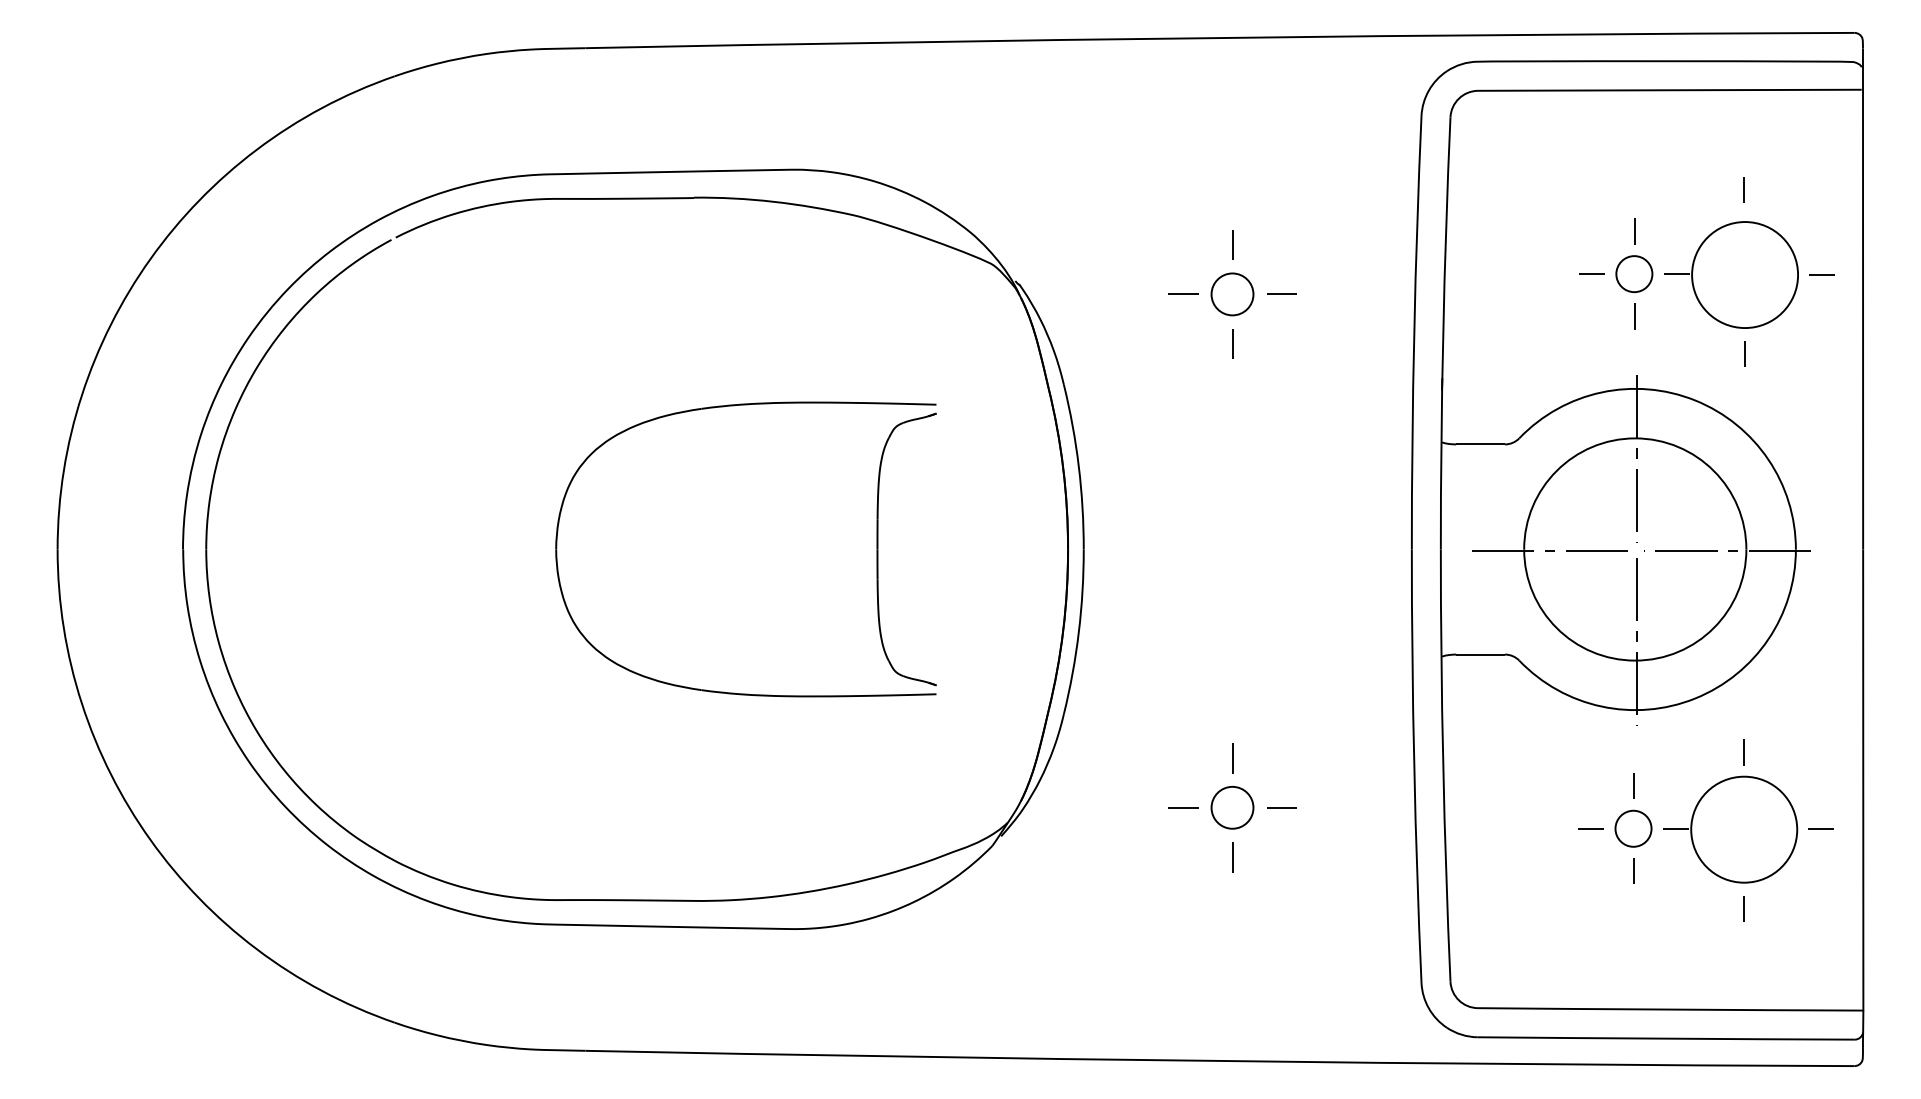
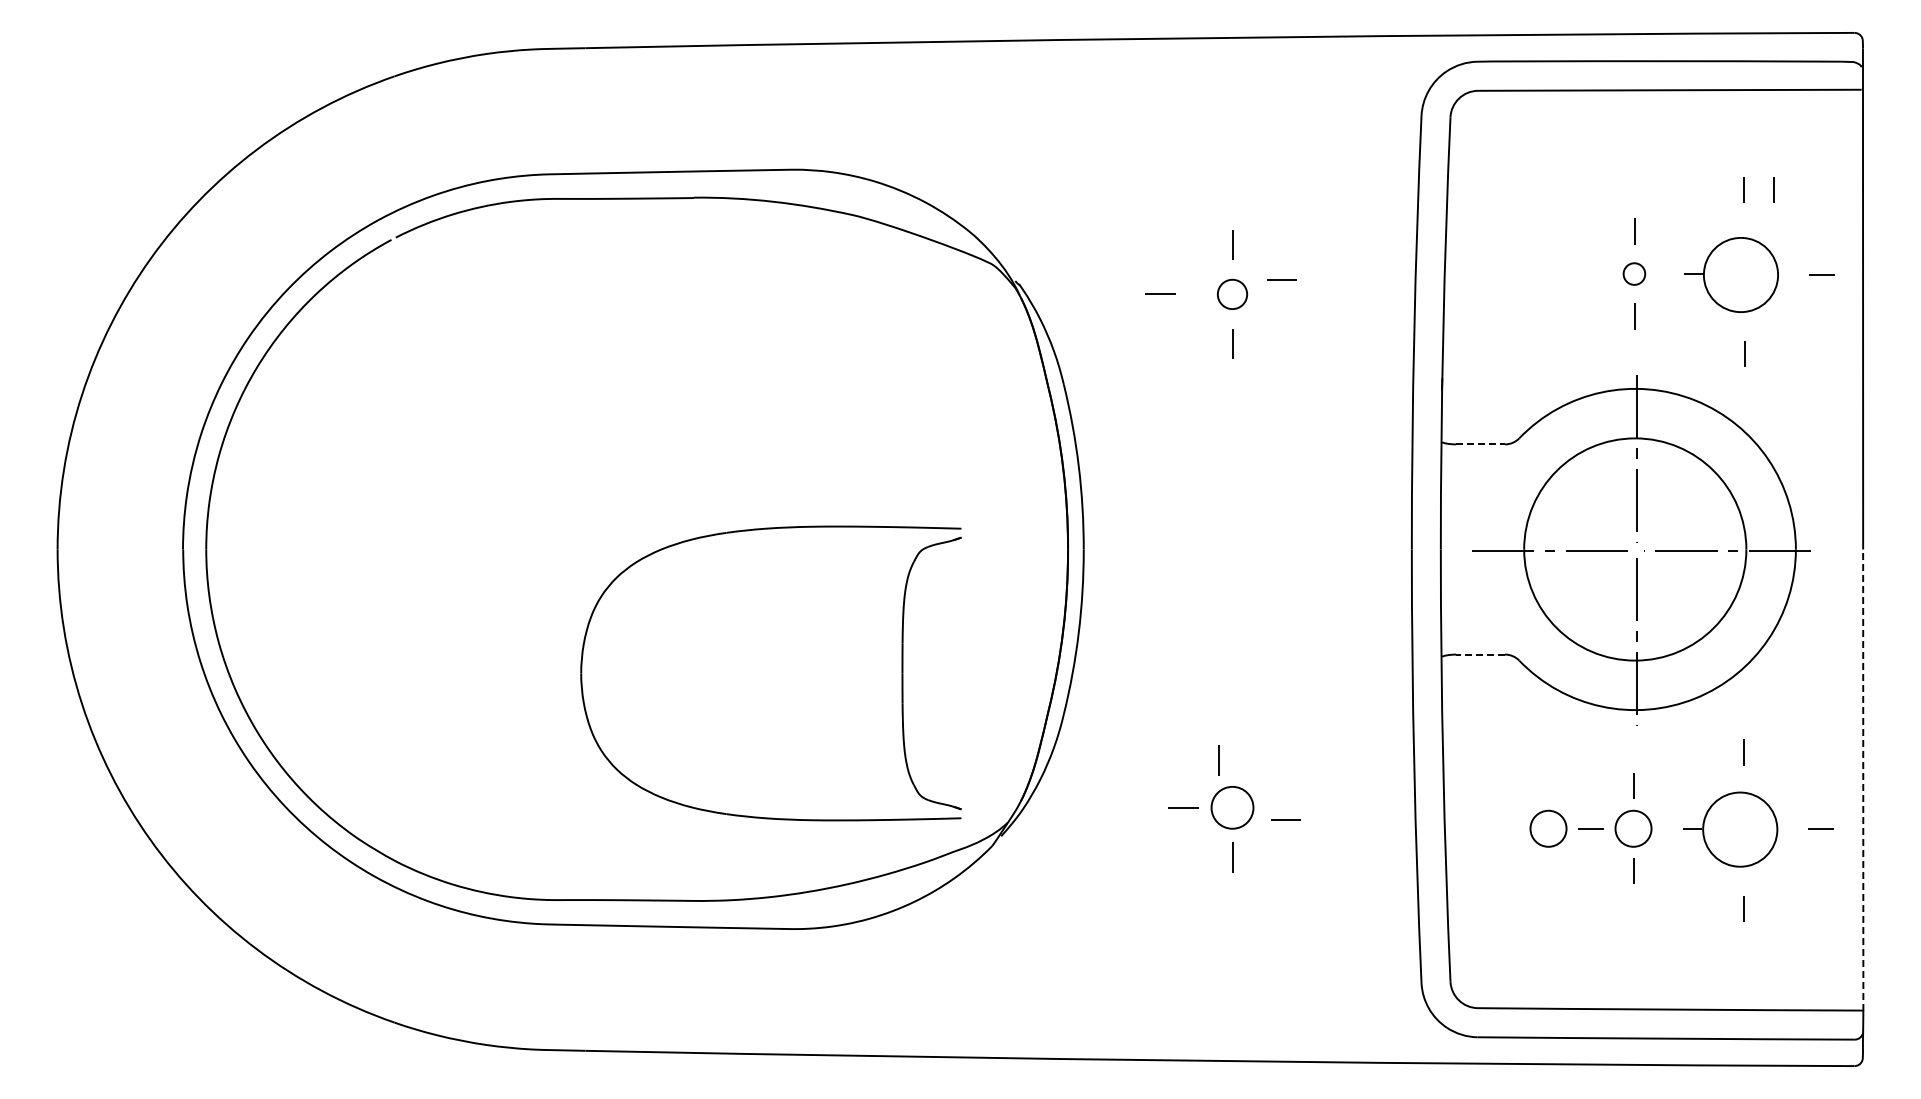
line at (1773, 189): none -> present
line at (1591, 273): present -> none
part at (1634, 273) size: 39x38 px -> 25x24 px
part at (1731, 274) size: 135x108 px -> 95x76 px
line at (1183, 293) position: (1183, 293) -> (1160, 293)
line at (1281, 293) position: (1281, 293) -> (1281, 279)
part at (1232, 294) size: 45x45 px -> 32x32 px
line at (1481, 444): solid -> dashed
part at (876, 549) position: (876, 549) -> (901, 673)
line at (1480, 654): solid -> dashed
line at (1232, 758) position: (1232, 758) -> (1218, 760)
line at (1863, 780): solid -> dashed
line at (1281, 807) position: (1281, 807) -> (1285, 819)
part at (1548, 828): none -> present
part at (1730, 829) size: 136x109 px -> 96x77 px
